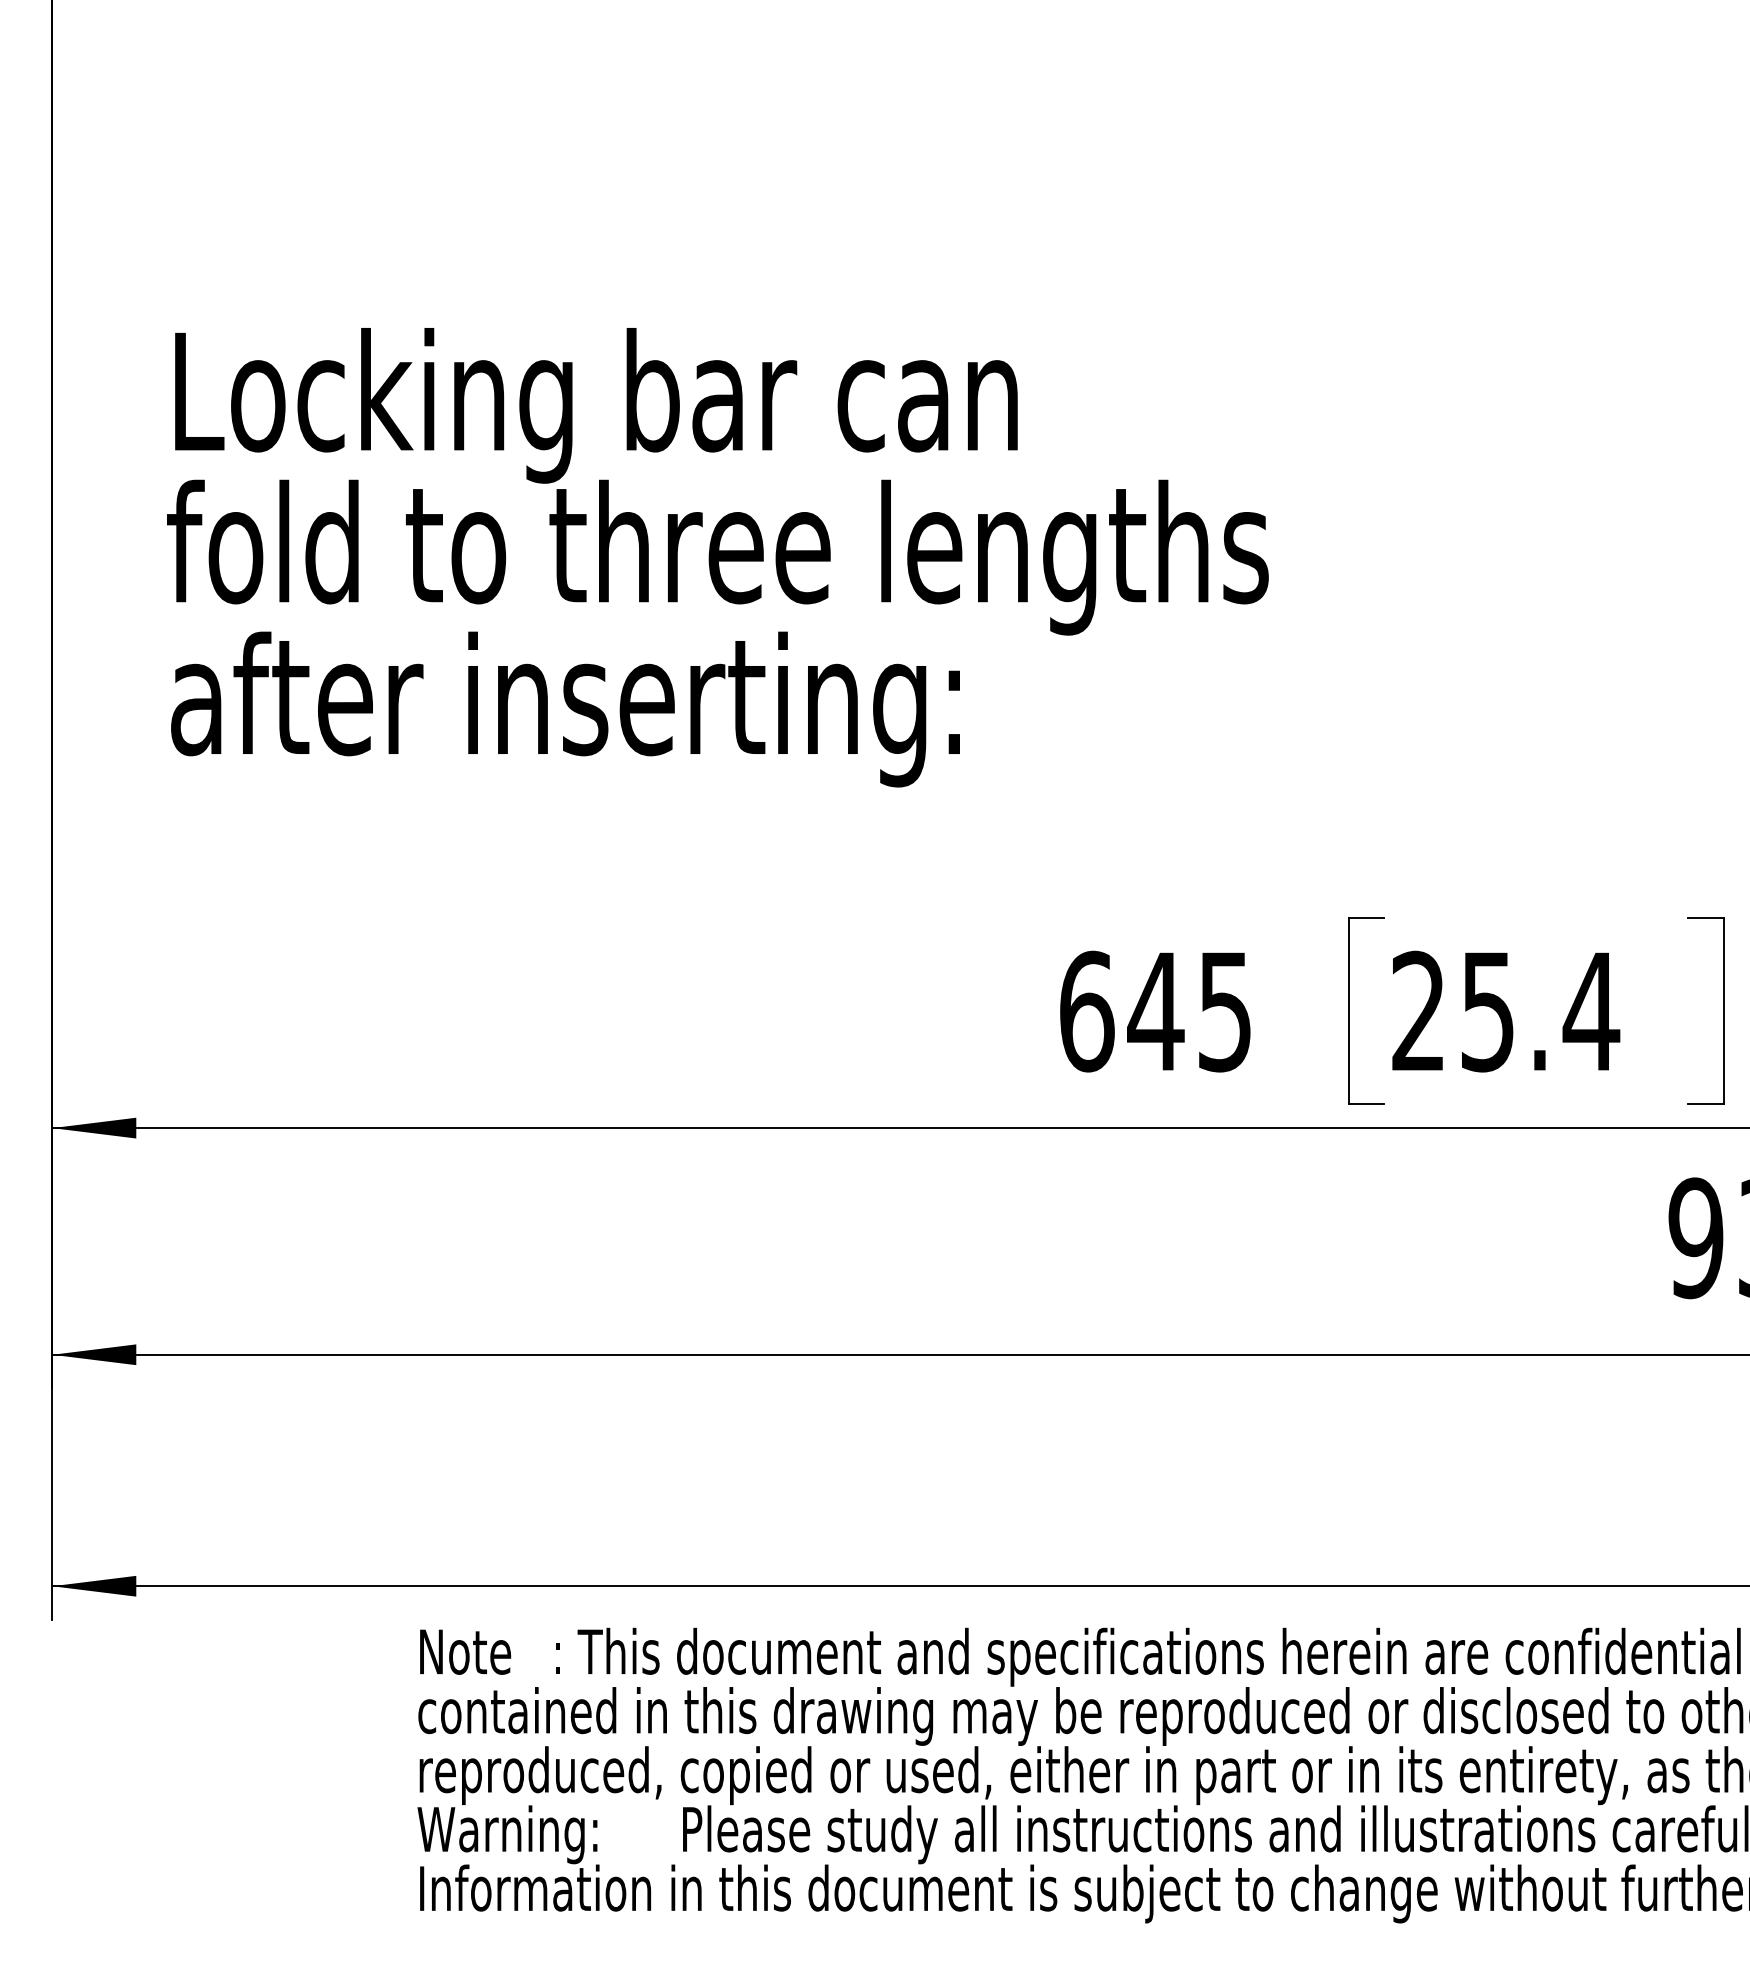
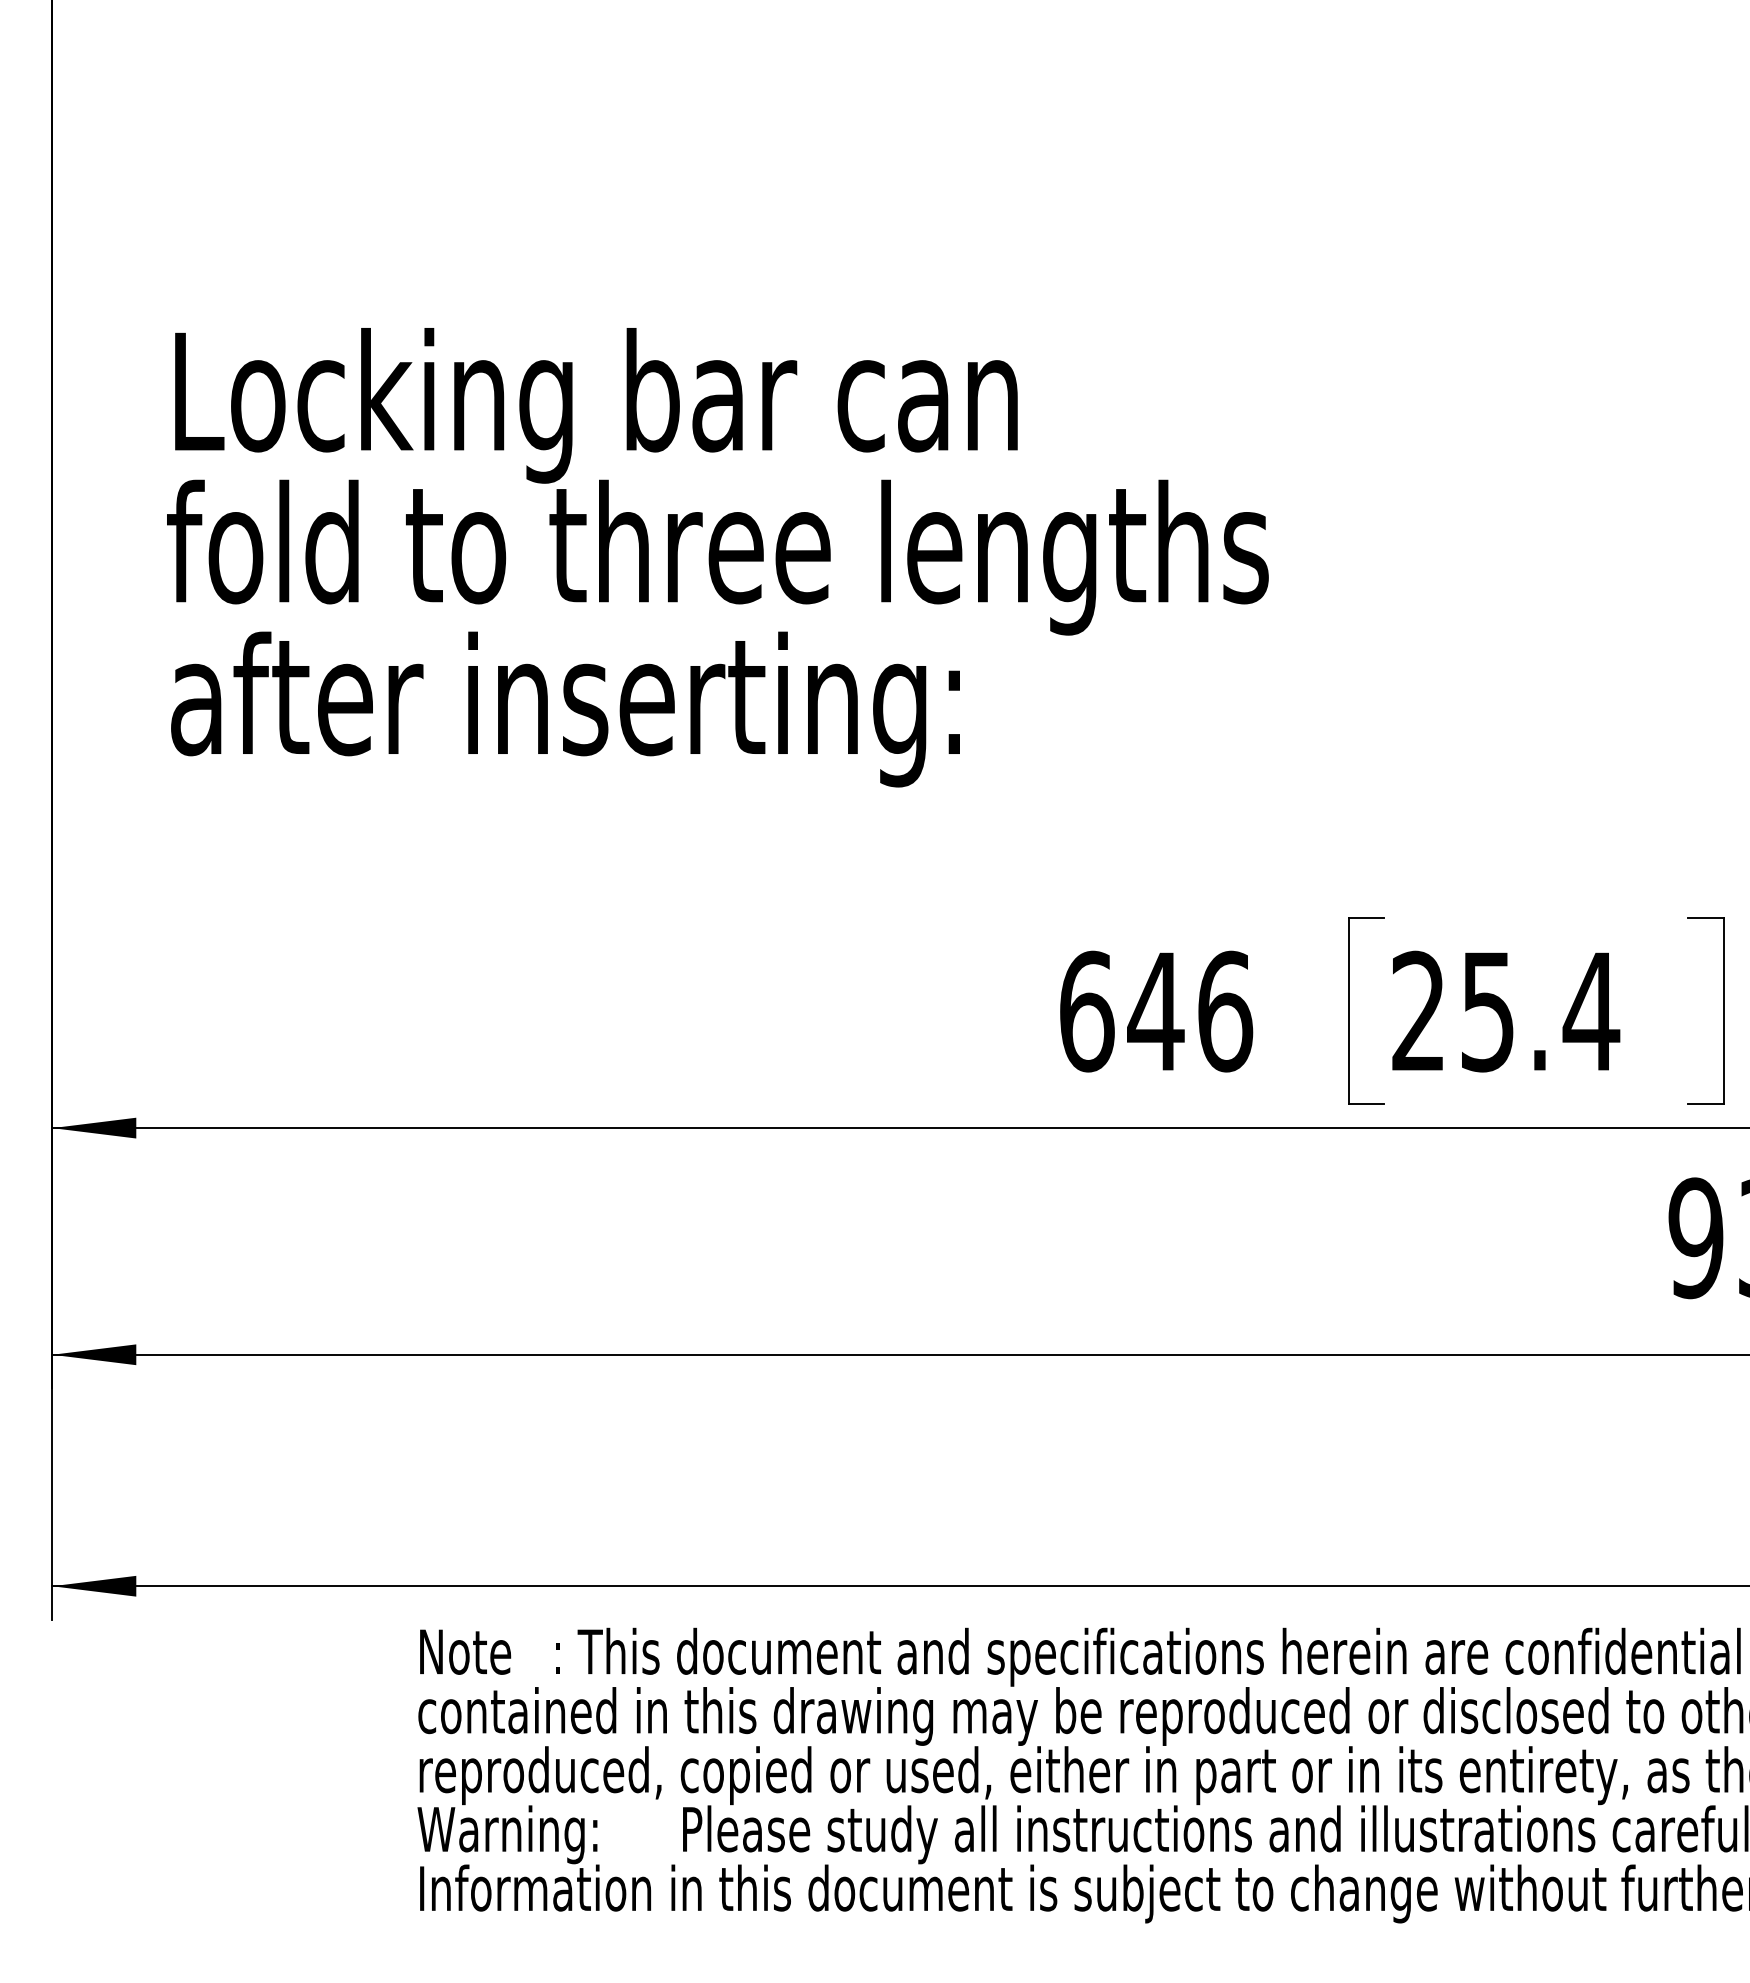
text at (1225, 1011): 645 -> 646
